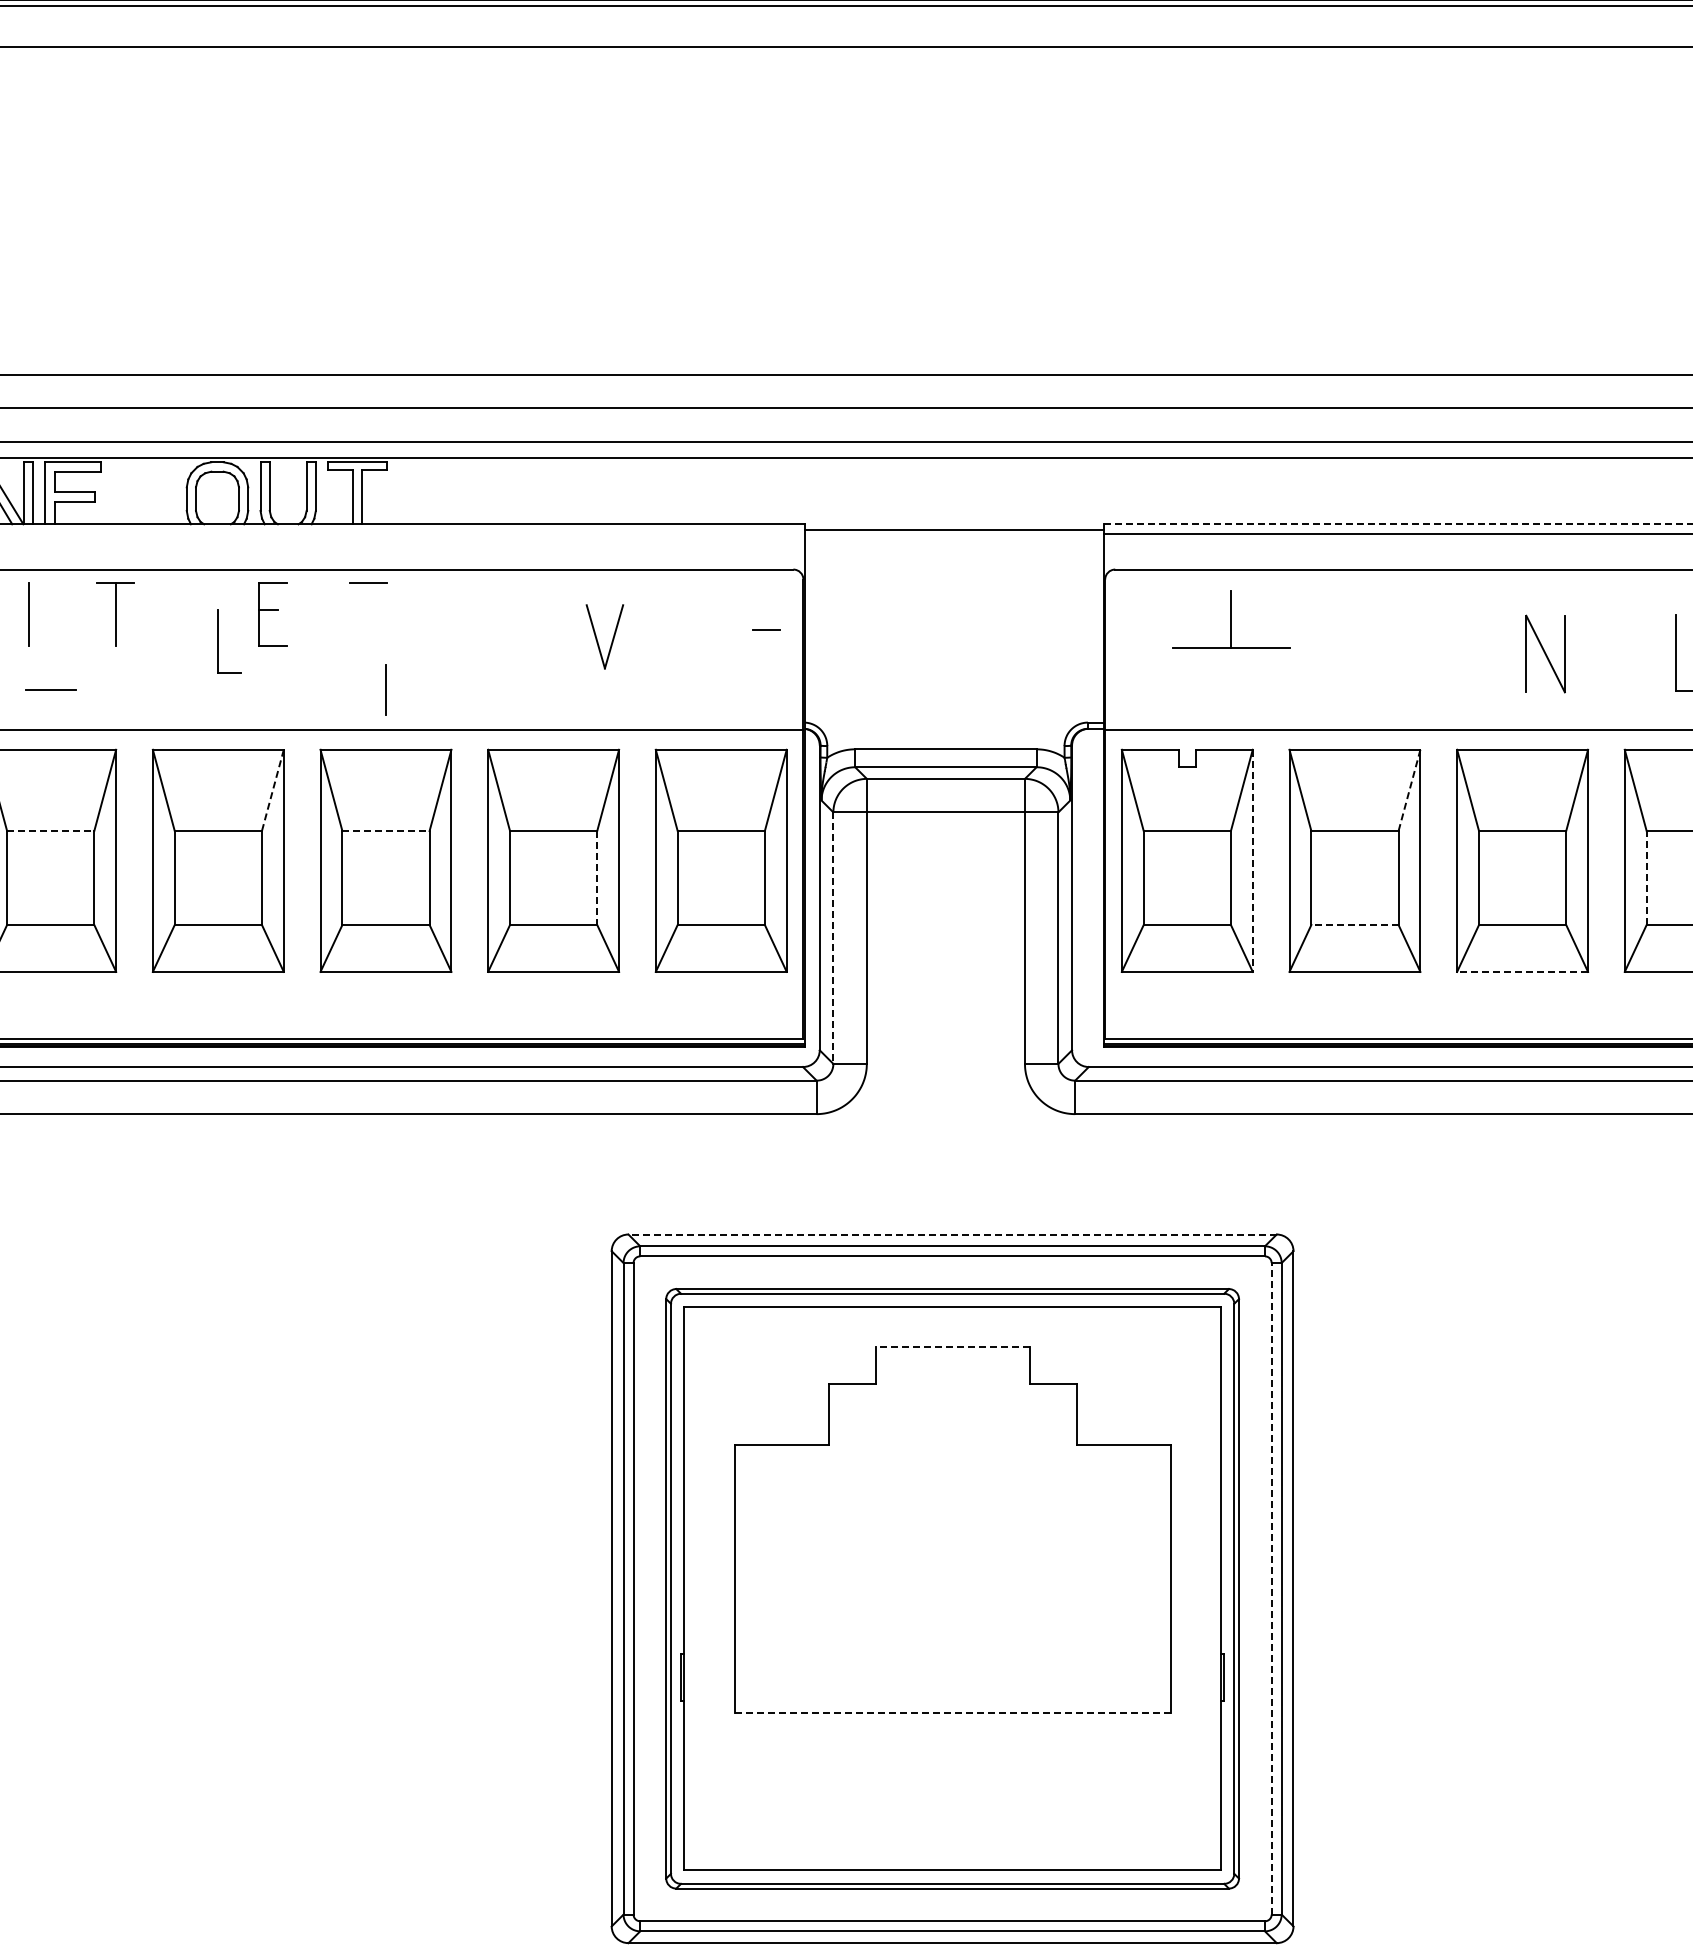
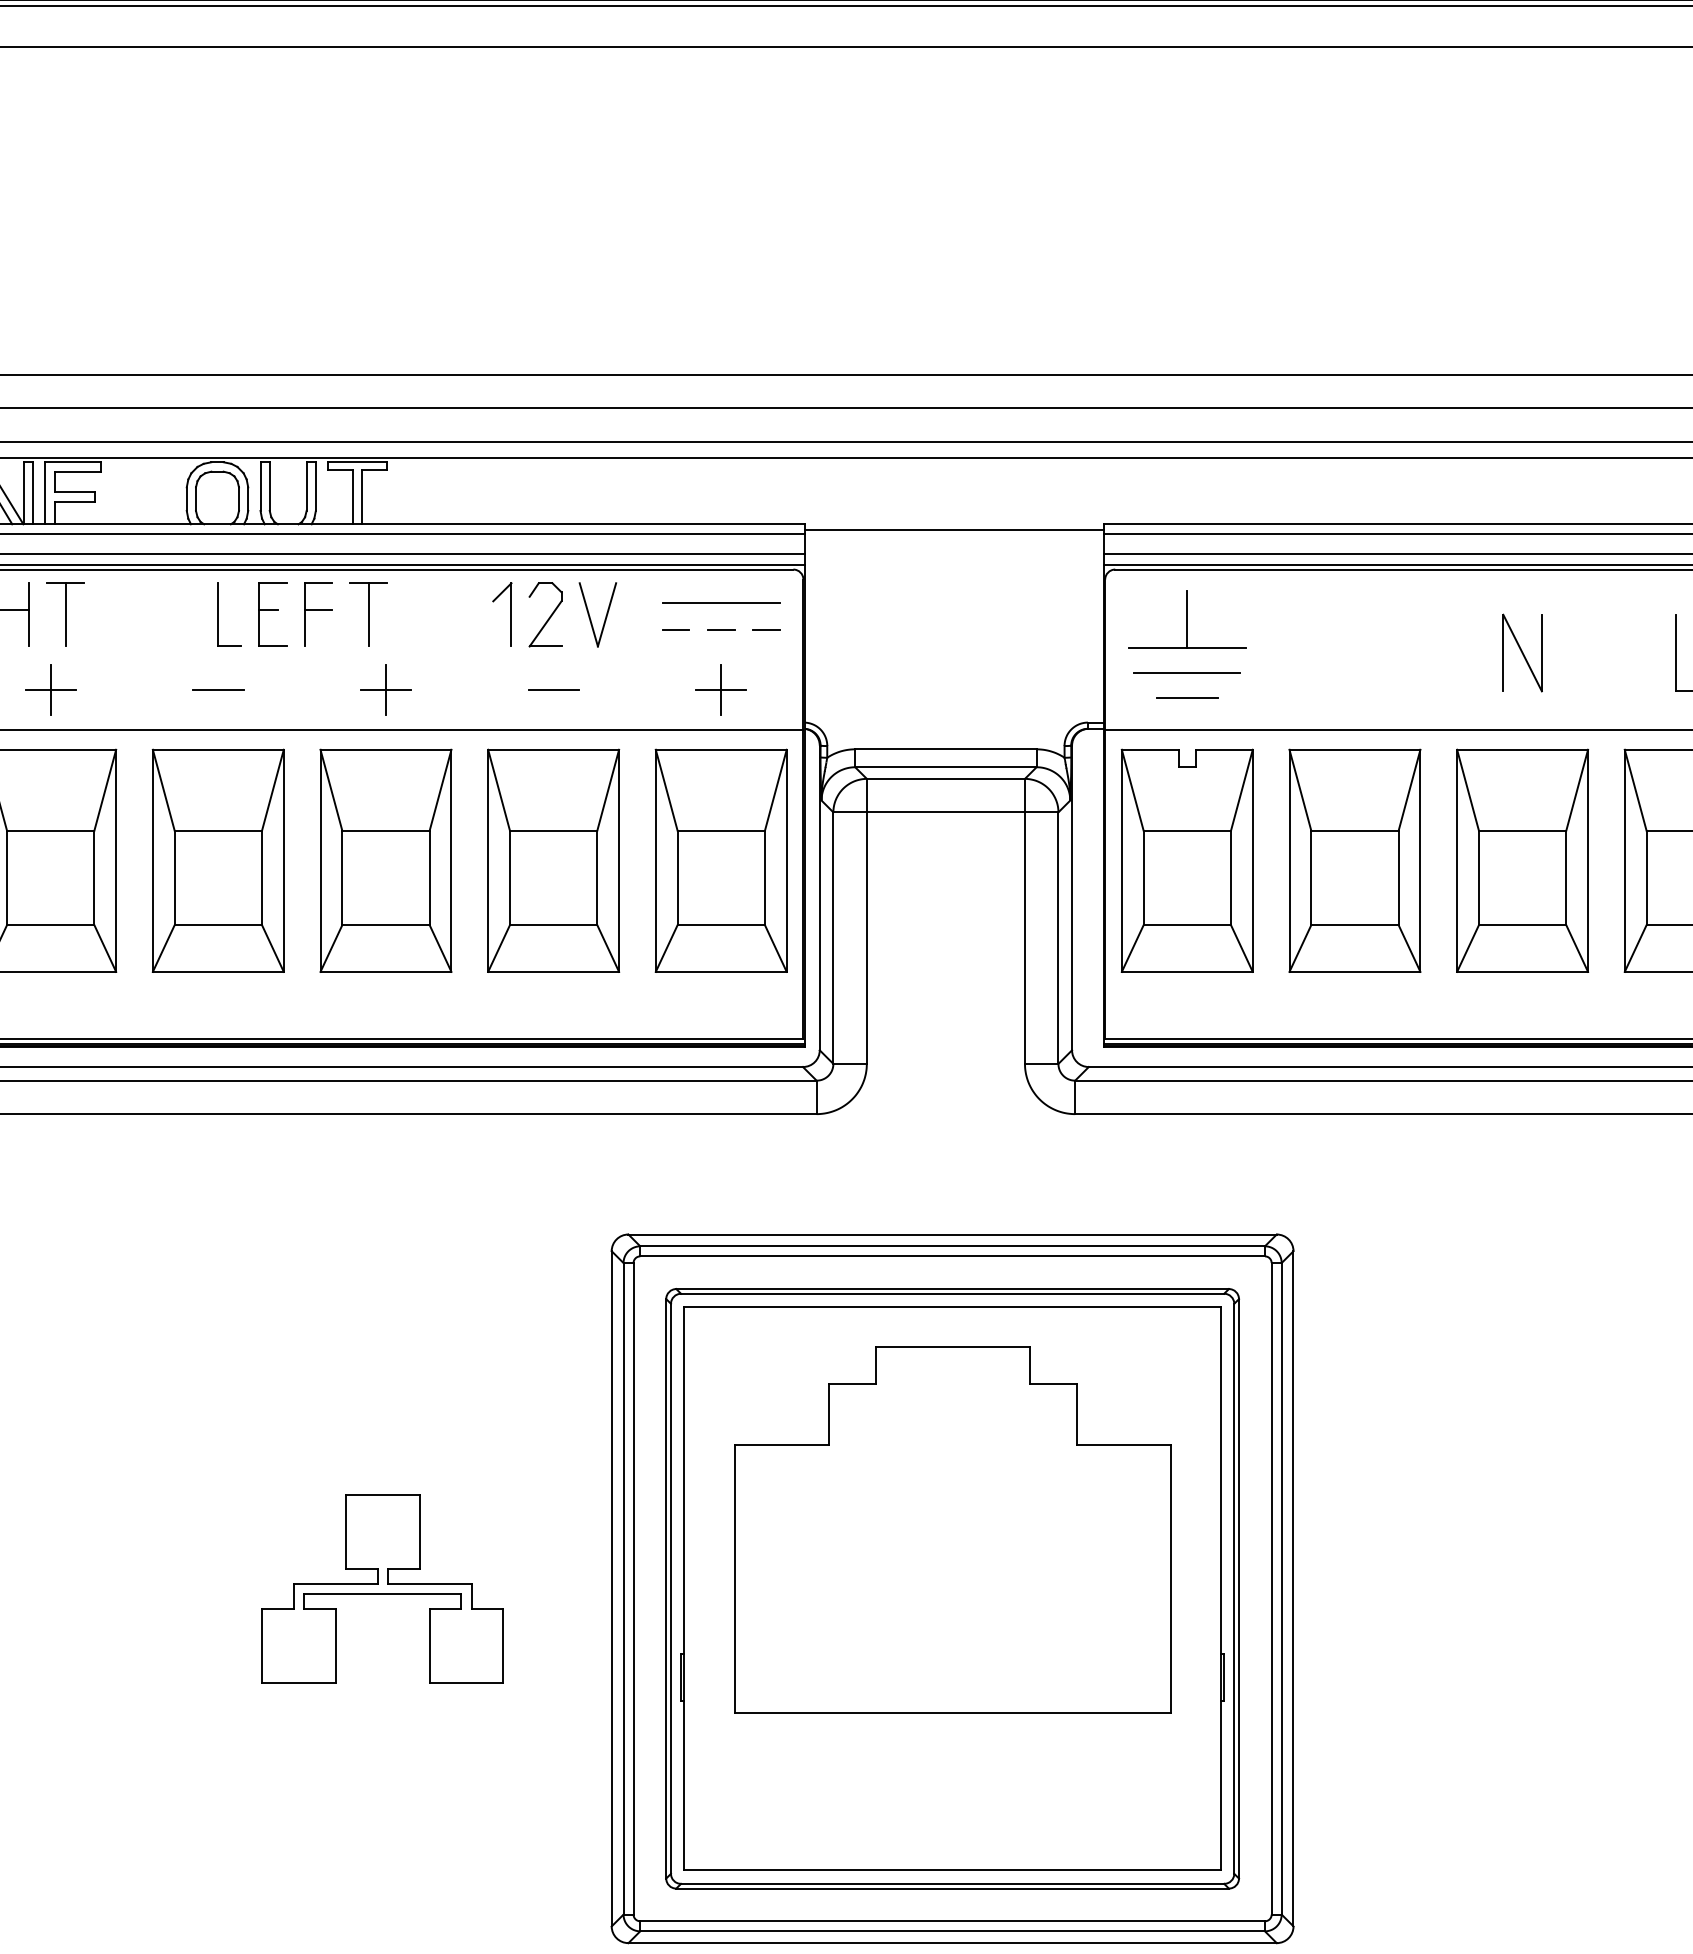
line at (1398, 524): dashed -> solid
line at (403, 534): none -> present
line at (403, 554): none -> present
line at (1396, 554): none -> present
line at (403, 564): none -> present
line at (1396, 564): none -> present
line at (720, 603): none -> present
line at (15, 610): none -> present
part at (115, 614) position: (115, 614) -> (65, 614)
part at (318, 614): none -> present
line at (368, 614): none -> present
part at (510, 614): none -> present
part at (545, 614): none -> present
part at (1231, 619) position: (1231, 619) -> (1187, 619)
line at (675, 629): none -> present
line at (720, 629): none -> present
part at (597, 638) position: (597, 638) -> (590, 616)
part at (218, 641) position: (218, 641) -> (218, 614)
part at (1545, 653) position: (1545, 653) -> (1522, 652)
line at (1187, 673): none -> present
line at (50, 689): none -> present
line at (218, 689): none -> present
line at (385, 689): none -> present
line at (553, 689): none -> present
part at (720, 689): none -> present
line at (1187, 697): none -> present
line at (272, 790): dashed -> solid
line at (1409, 790): dashed -> solid
line at (50, 831): dashed -> solid
line at (386, 831): dashed -> solid
line at (1252, 861): dashed -> solid
line at (597, 878): dashed -> solid
line at (1646, 878): dashed -> solid
line at (1354, 924): dashed -> solid
line at (833, 938): dashed -> solid
line at (1522, 971): dashed -> solid
line at (952, 1234): dashed -> solid
line at (952, 1347): dashed -> solid
part at (382, 1588): none -> present
line at (1271, 1588): dashed -> solid
line at (952, 1712): dashed -> solid
